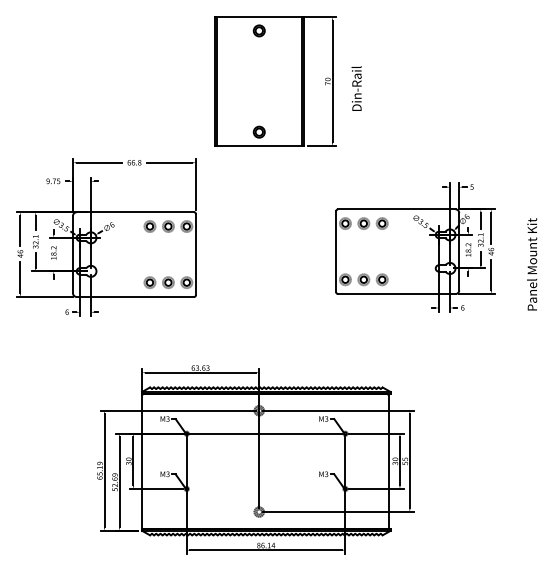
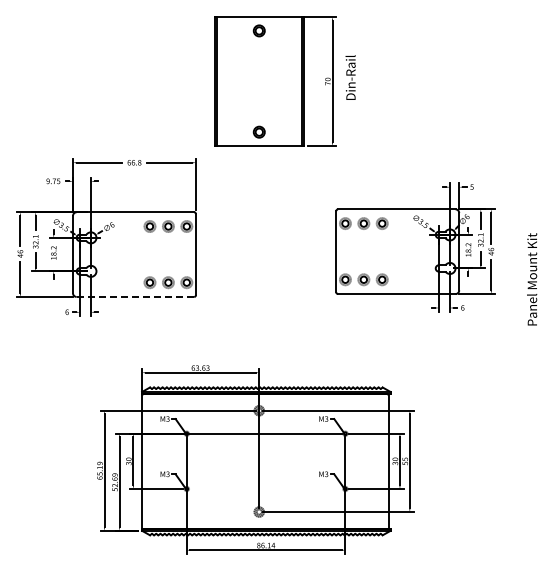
text at (356, 88) position: (356, 88) -> (350, 77)
text at (532, 264) position: (532, 264) -> (532, 279)
line at (135, 296): solid -> dashed
